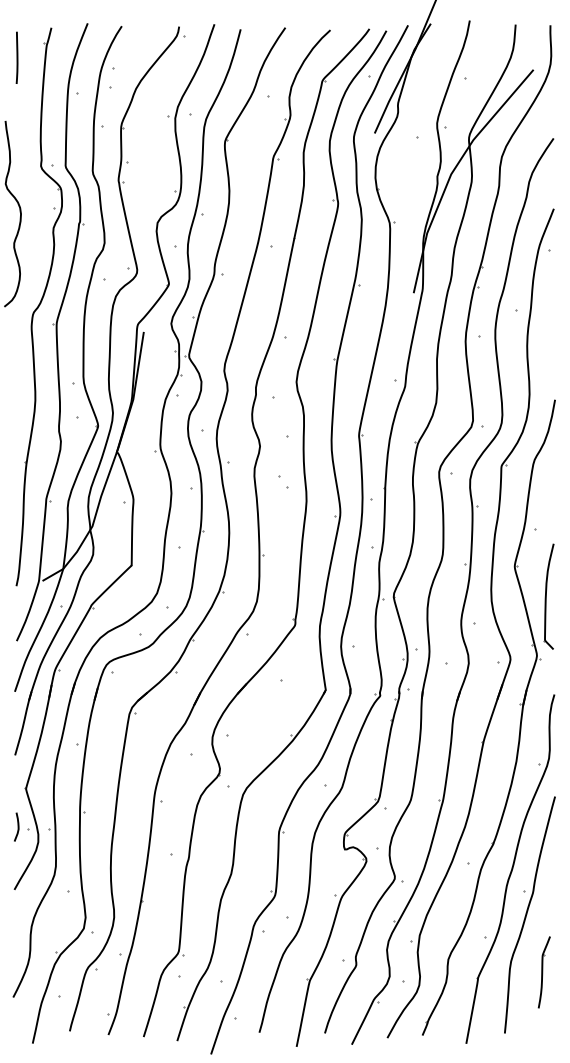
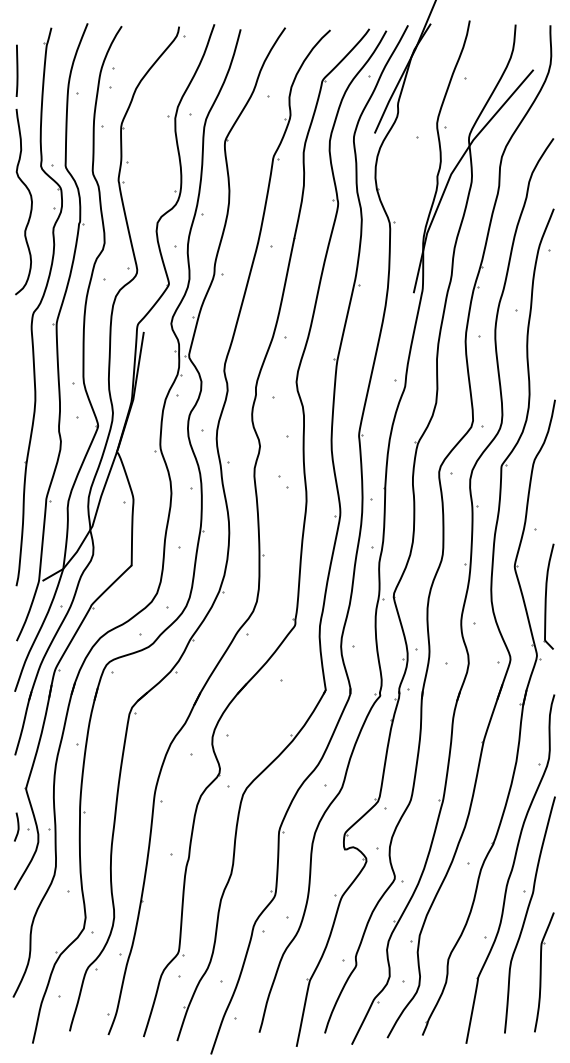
line at (16, 57) position: (16, 57) -> (16, 70)
curve at (19, 212) position: (19, 212) -> (30, 200)
part at (543, 972) size: 14x73 px -> 21x121 px
